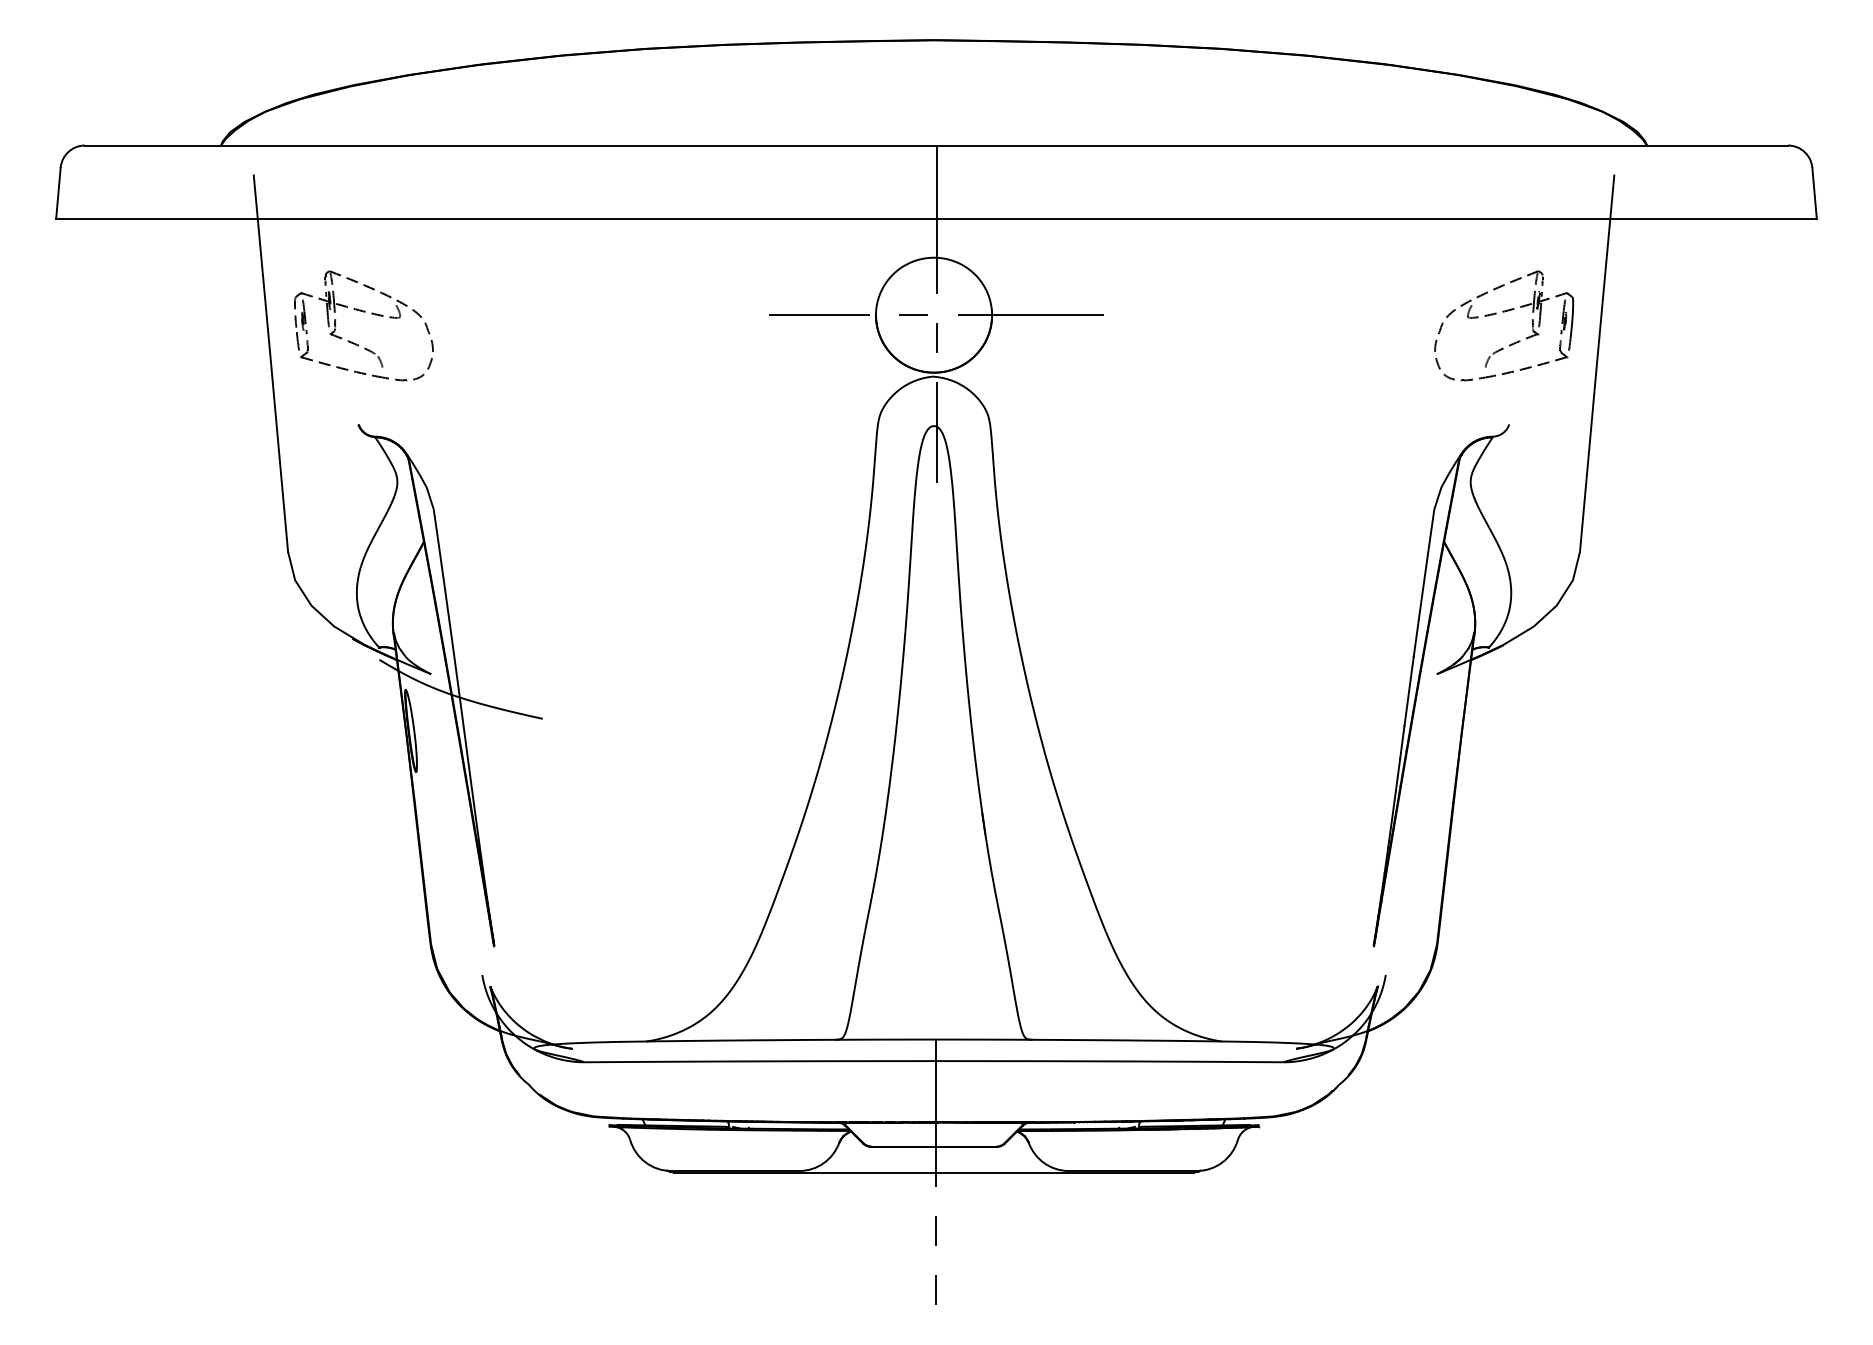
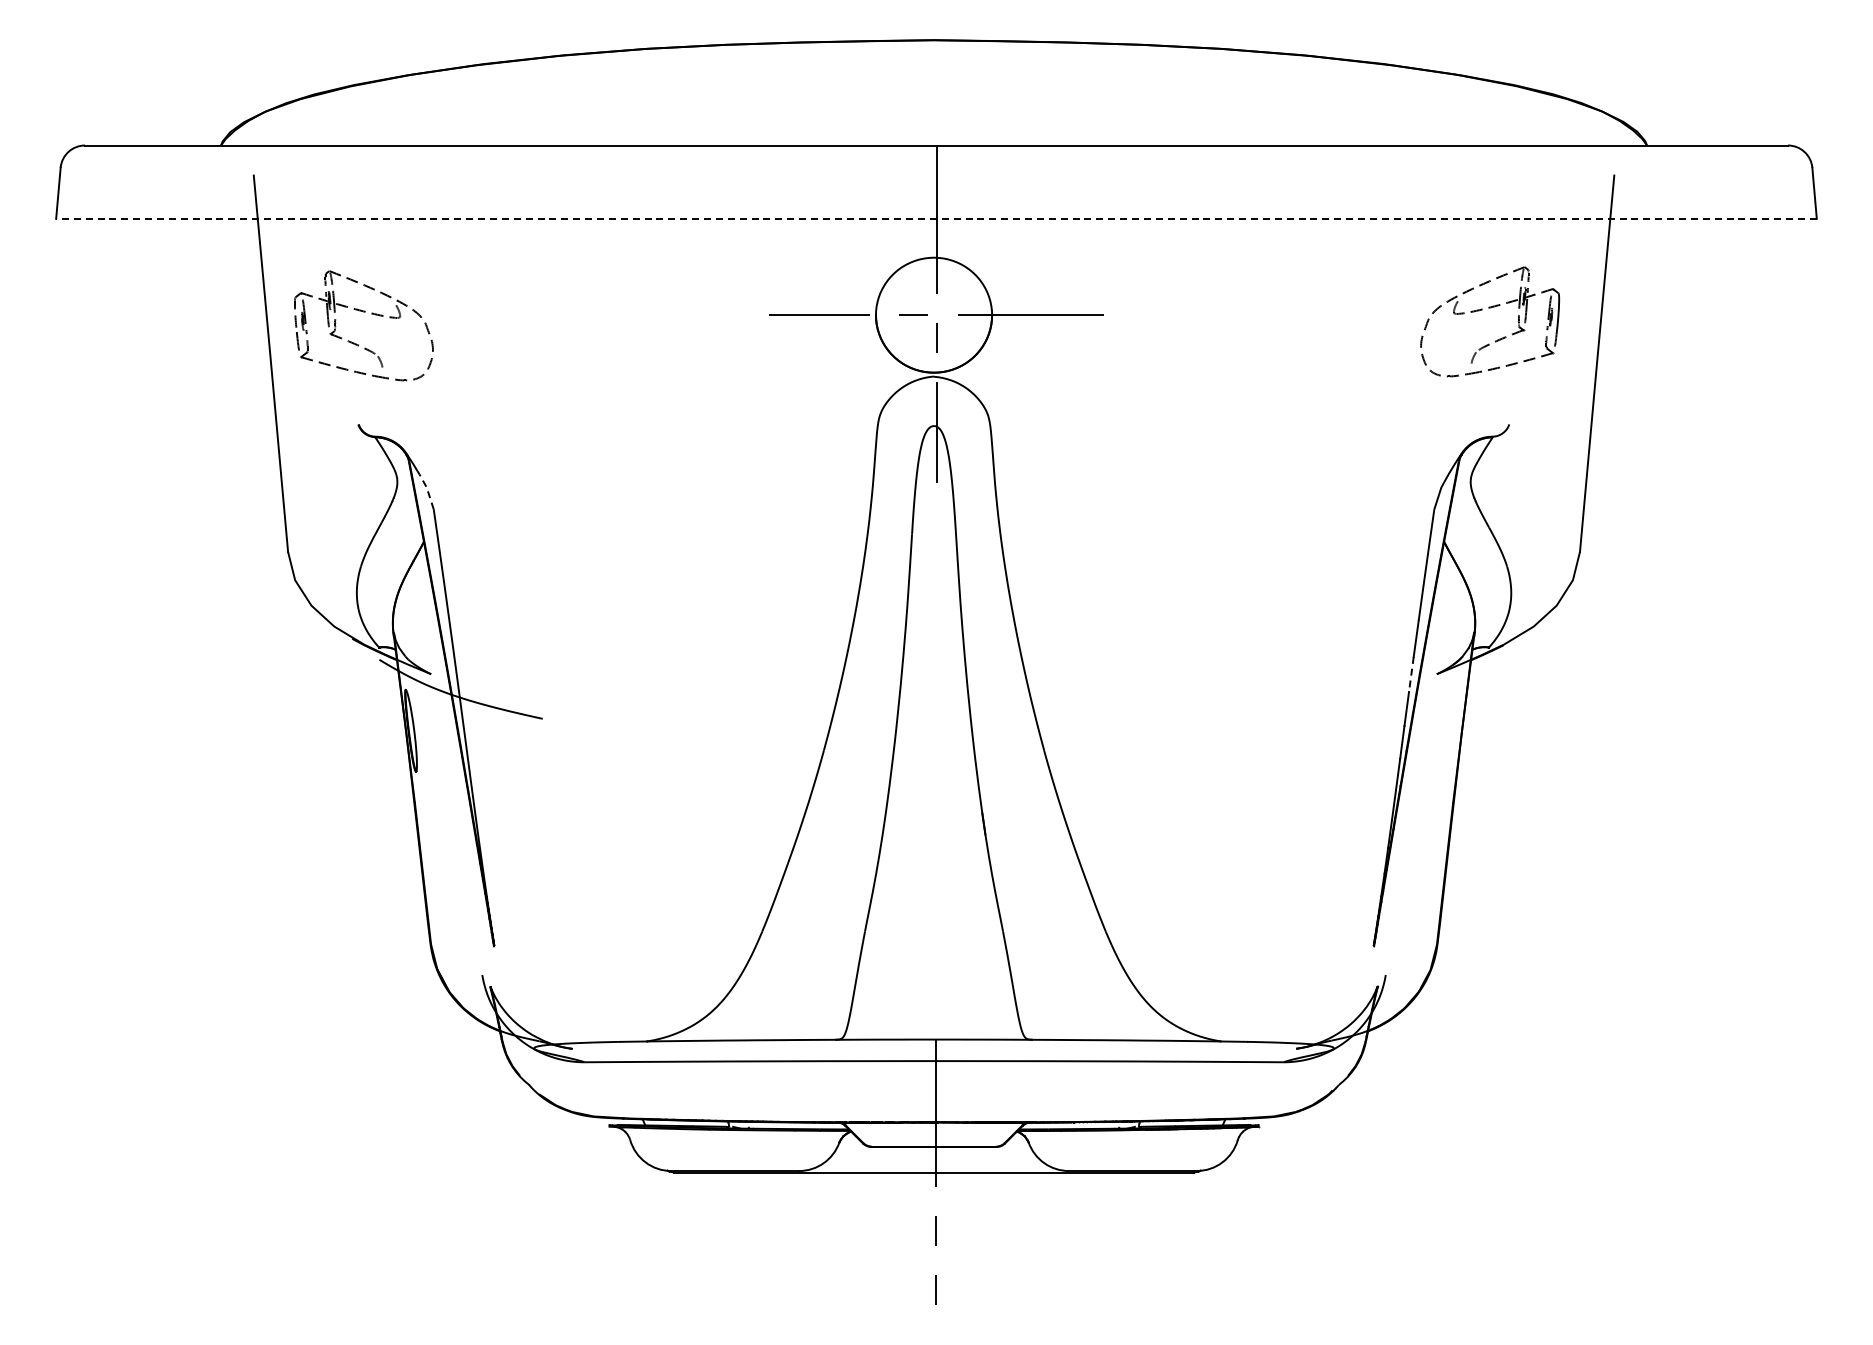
line at (935, 218): solid -> dashed
part at (1504, 312) position: (1504, 312) -> (1490, 308)
line at (427, 491): solid -> dashed
line at (1411, 674): solid -> dashed
